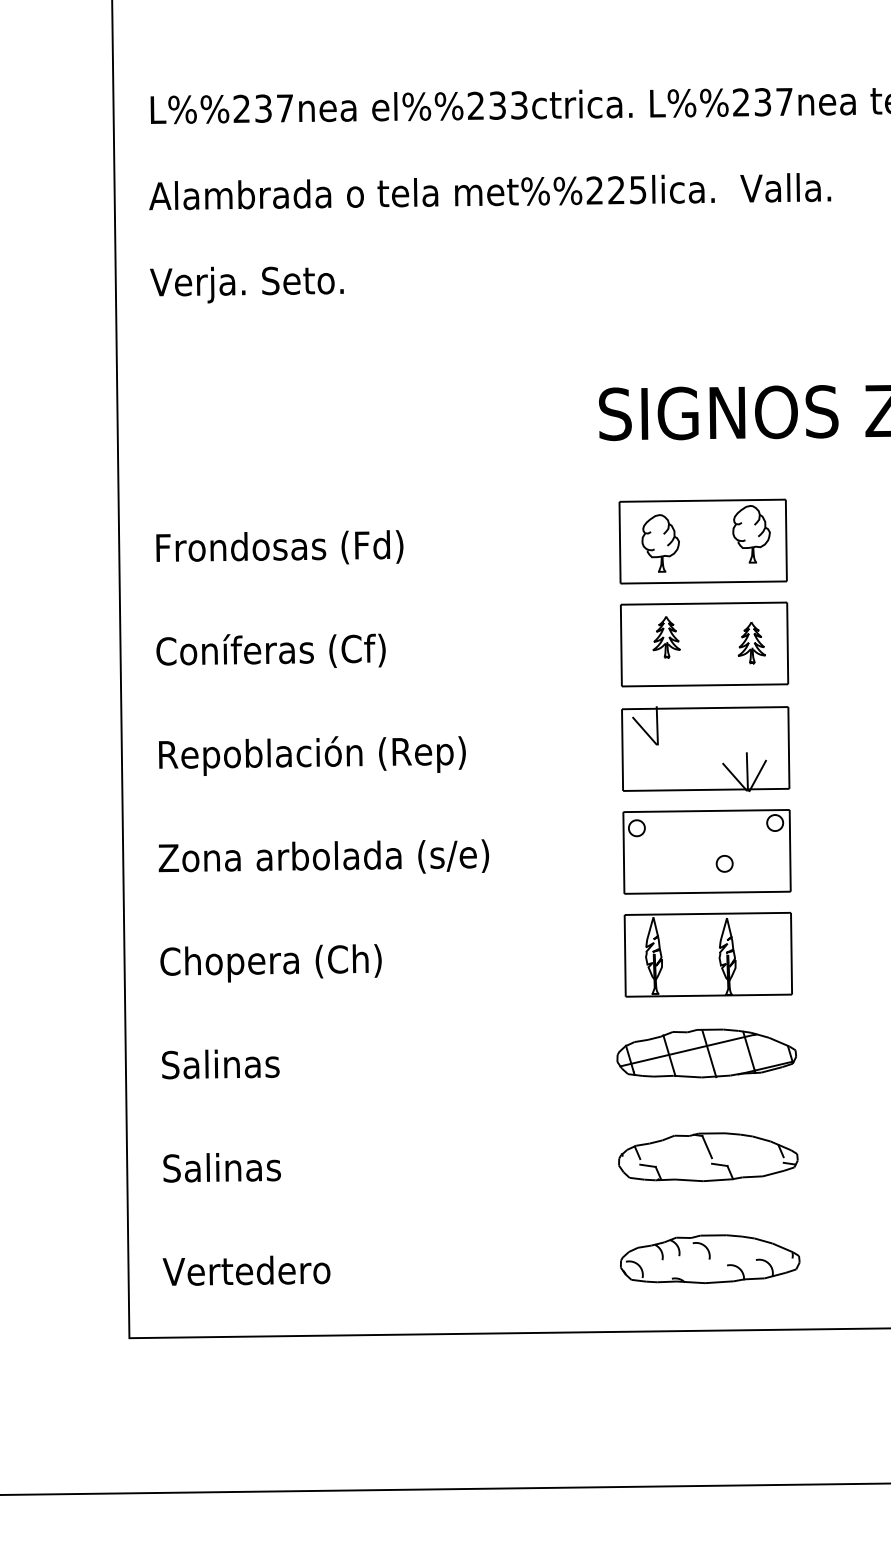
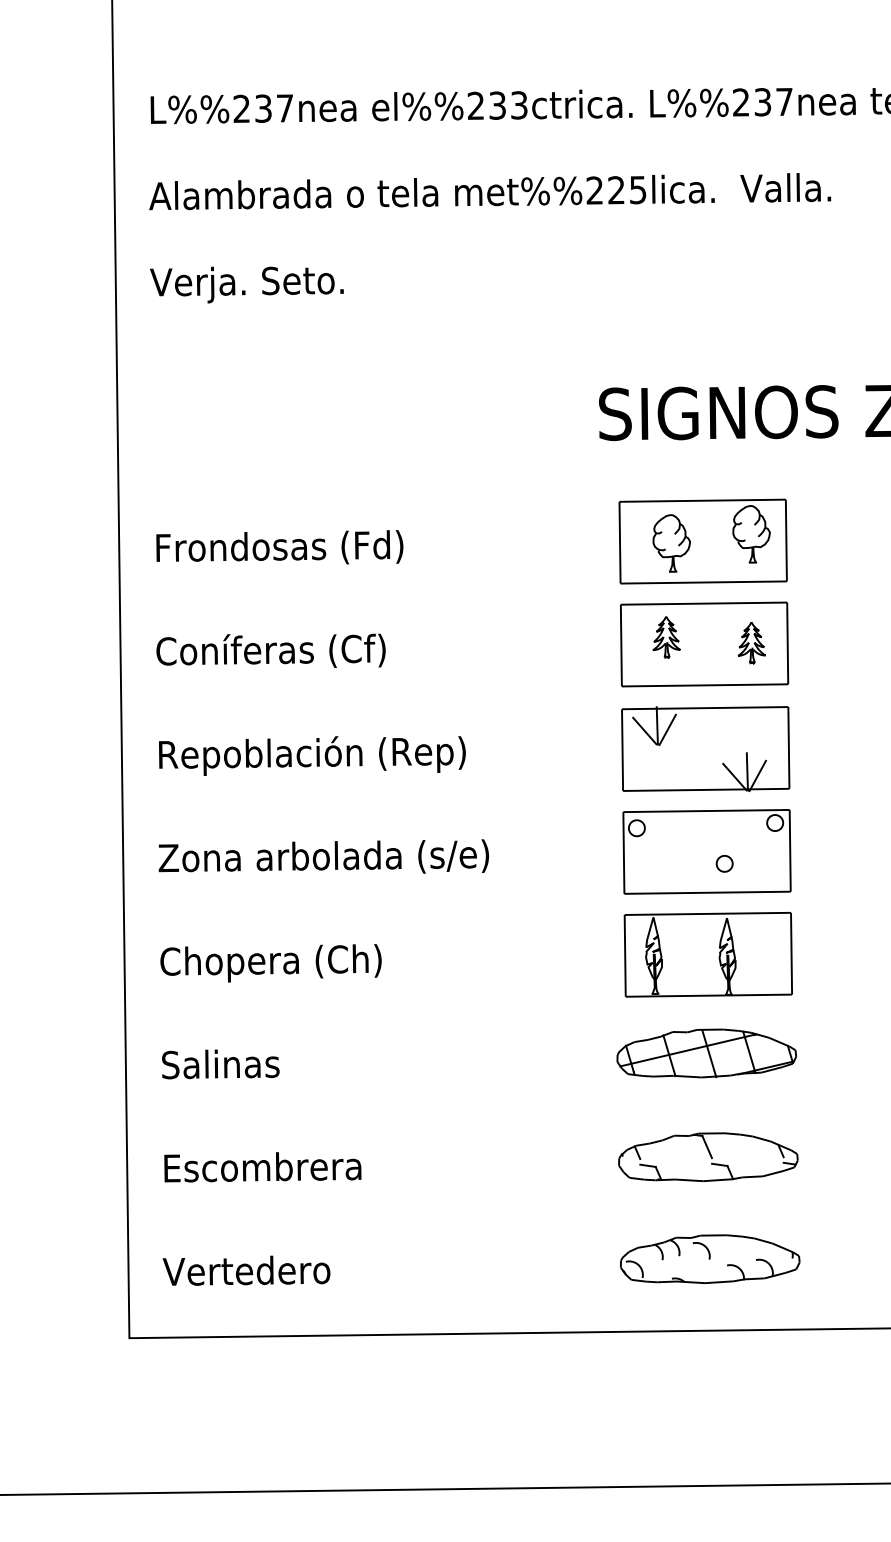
part at (660, 543) position: (660, 543) -> (671, 543)
line at (667, 729): none -> present
text at (262, 1167): Salinas -> Escombrera
